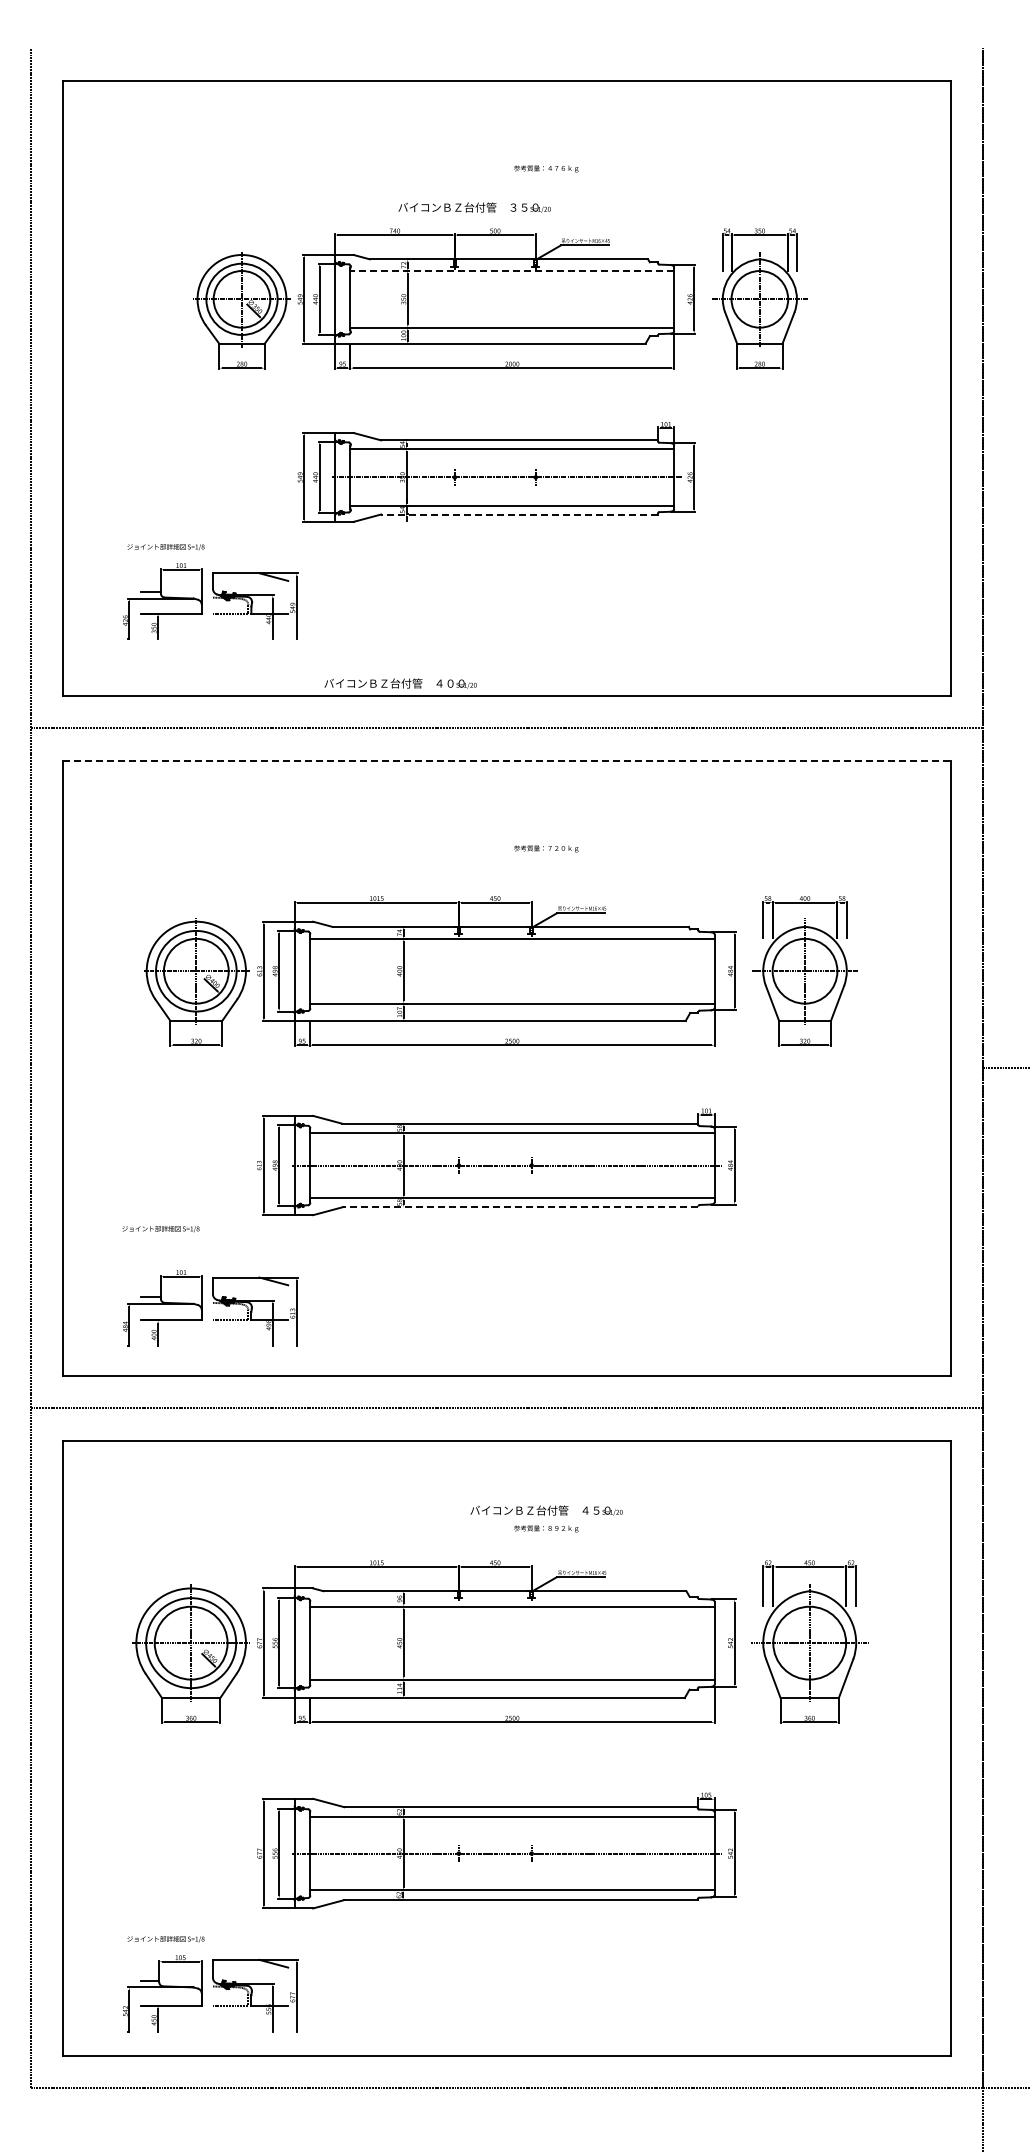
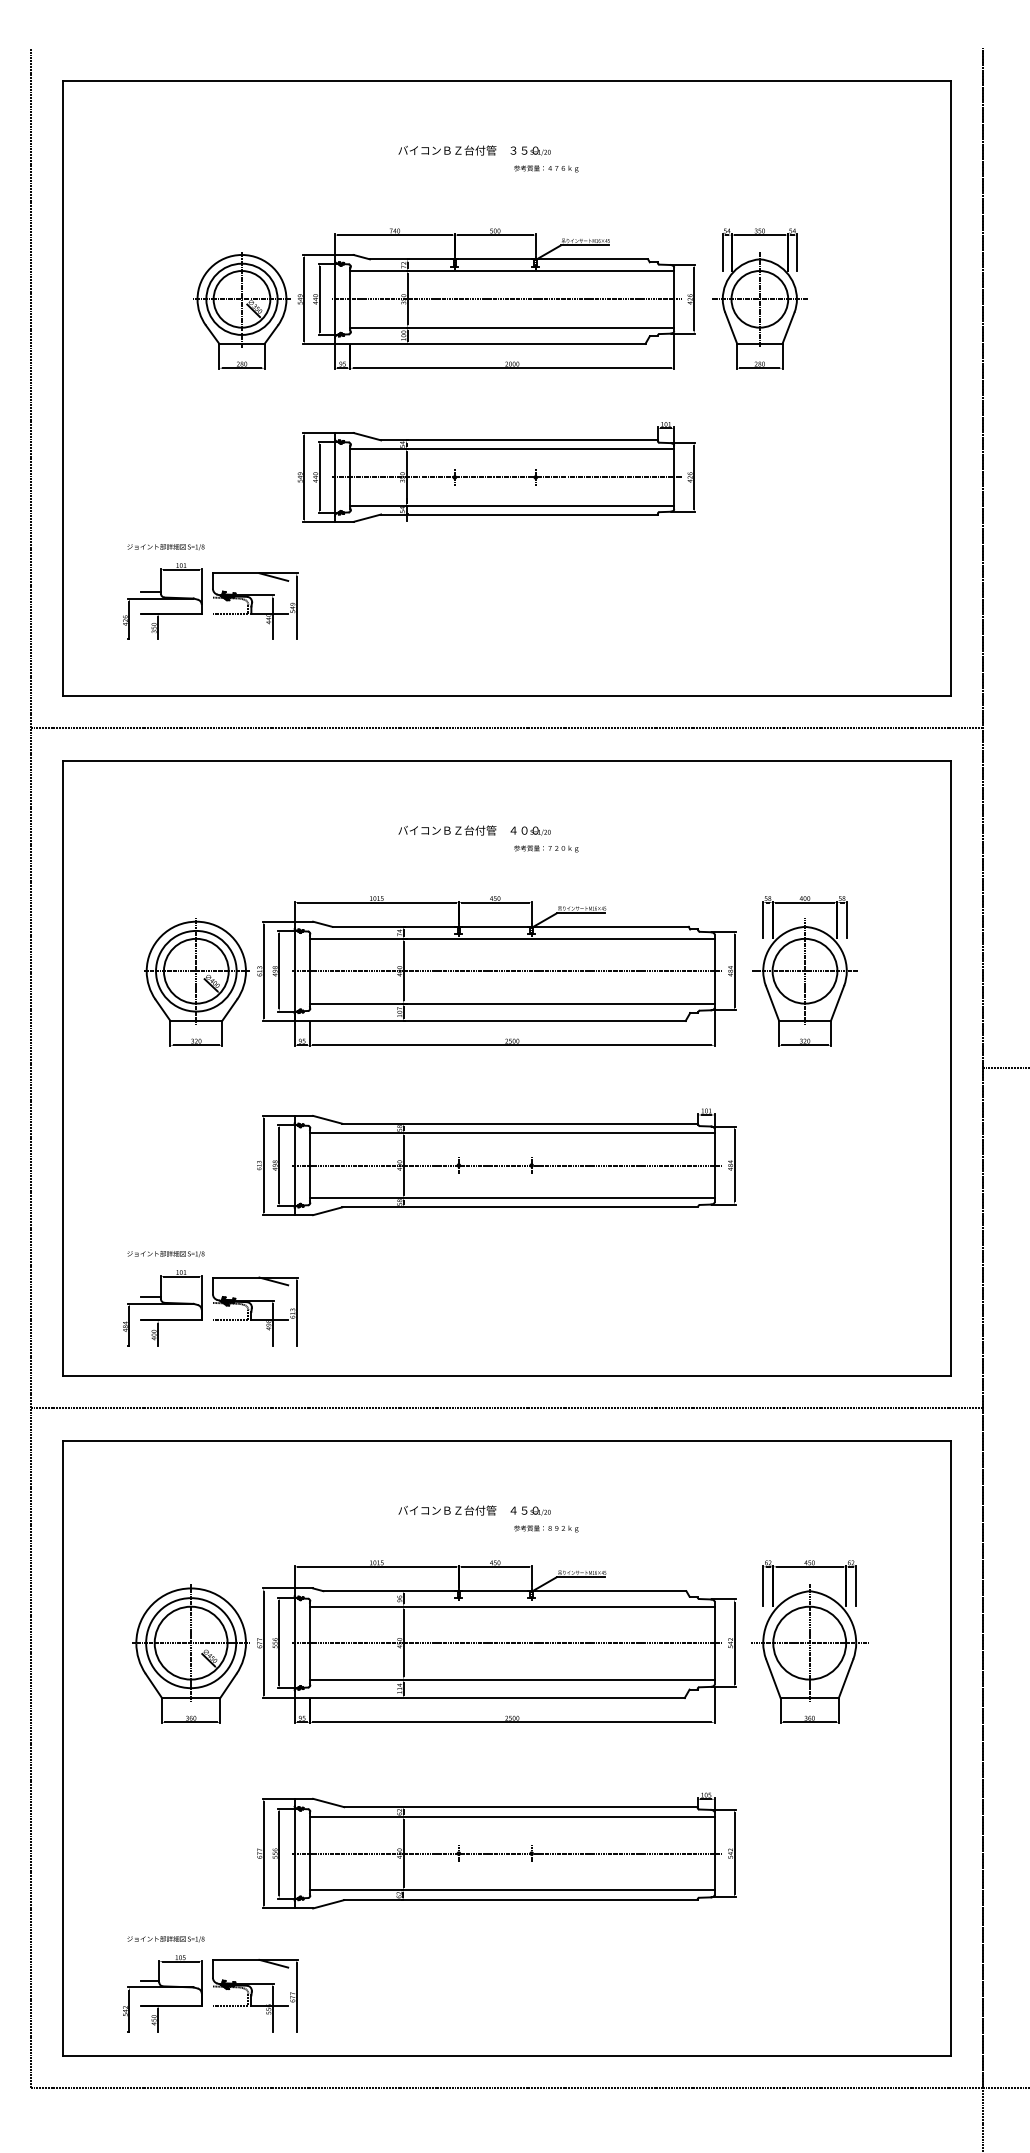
text at (474, 207) position: (474, 207) -> (474, 150)
line at (512, 271): dashed -> solid
line at (506, 299): none -> present
line at (518, 514): dashed -> solid
text at (400, 683) position: (400, 683) -> (474, 830)
line at (506, 760): dashed -> solid
line at (506, 971): none -> present
line at (520, 1207): dashed -> solid
text at (160, 1229) position: (160, 1229) -> (165, 1254)
text at (546, 1510) position: (546, 1510) -> (474, 1510)
line at (506, 1643): none -> present
